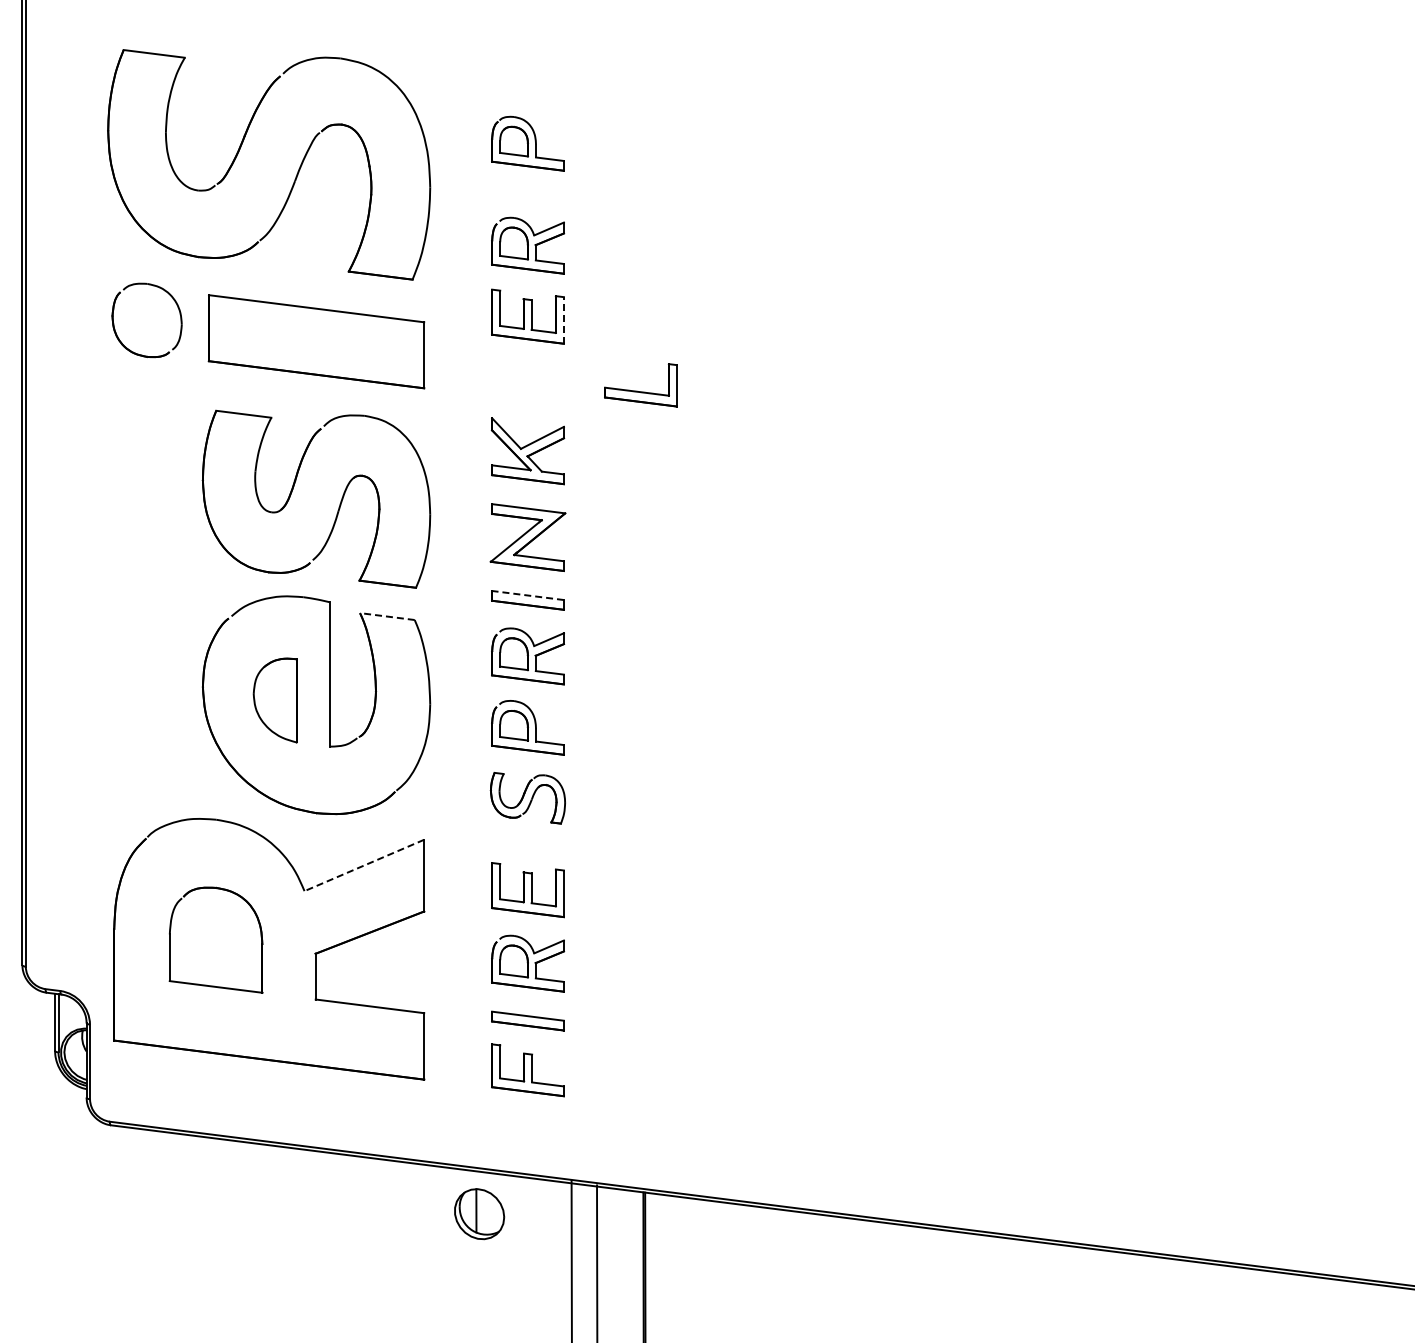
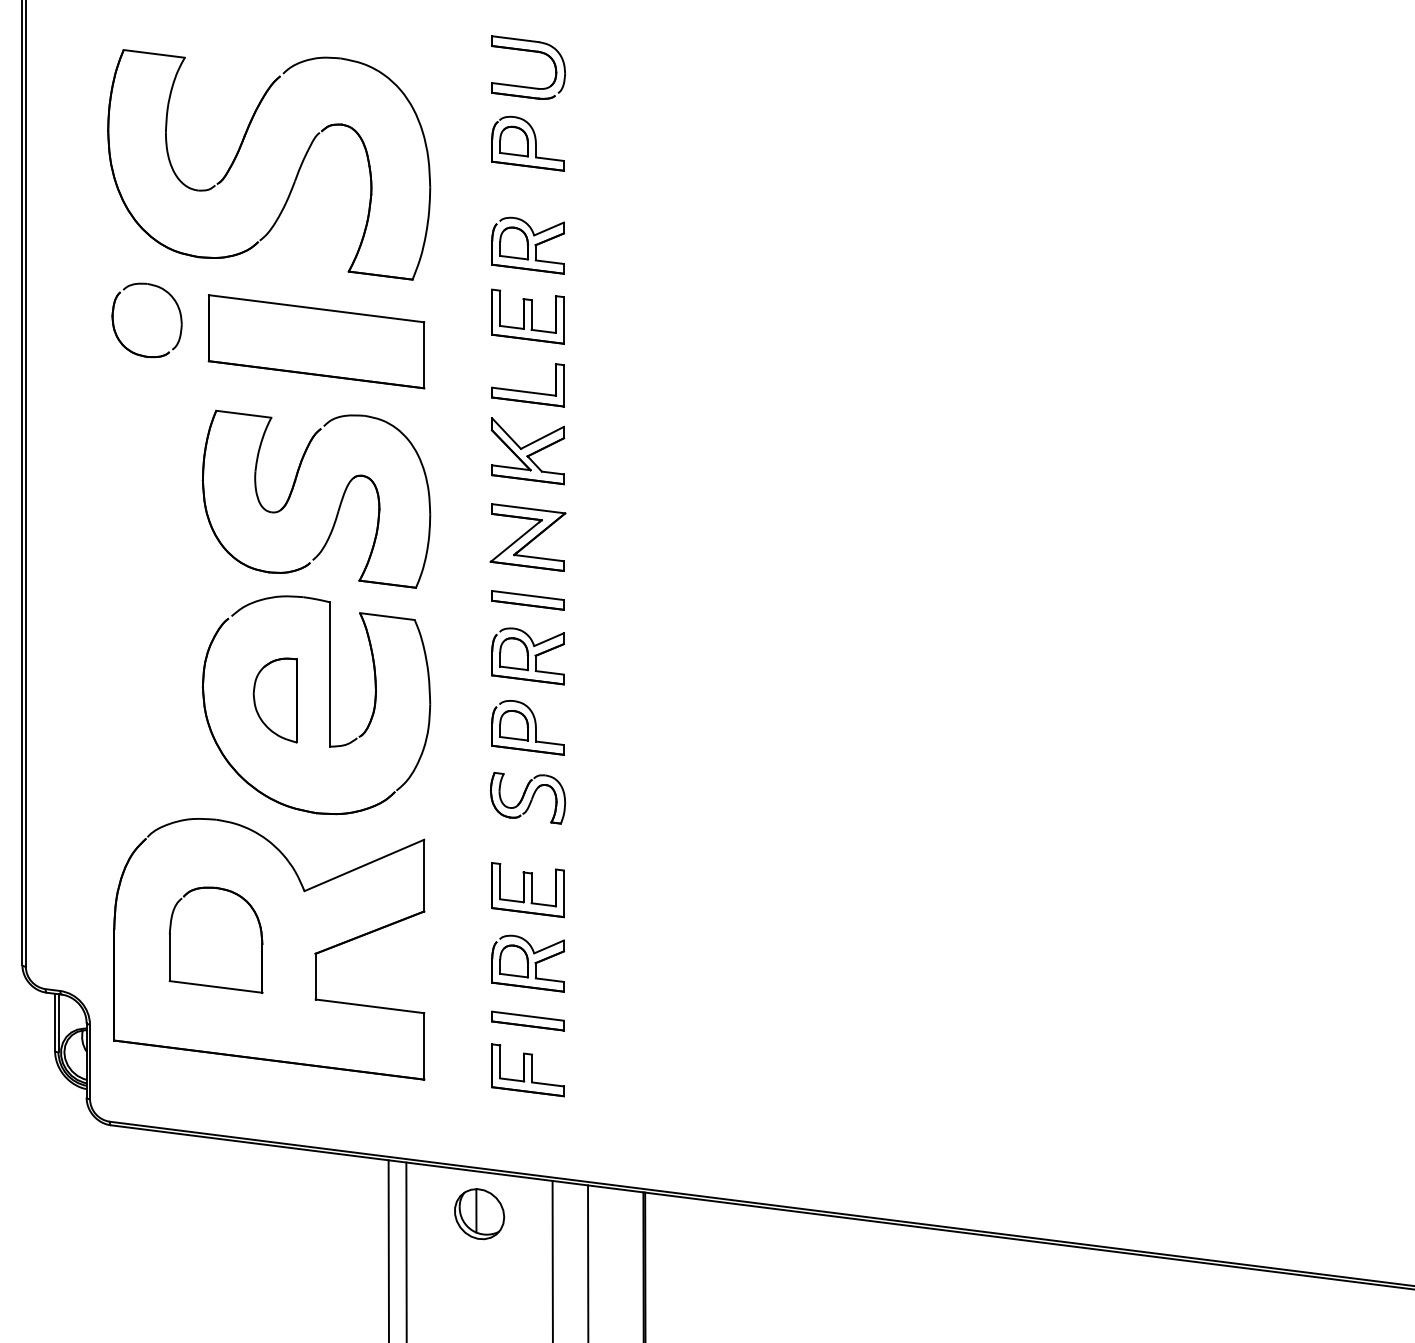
part at (532, 52): none -> present
line at (563, 319): dashed -> solid
part at (640, 385) position: (640, 385) -> (527, 385)
line at (527, 595): dashed -> solid
line at (387, 616): dashed -> solid
line at (363, 865): dashed -> solid
line at (388, 1249): none -> present
line at (406, 1250): none -> present
line at (571, 1259) position: (571, 1259) -> (552, 1259)
line at (597, 1262) position: (597, 1262) -> (588, 1262)
